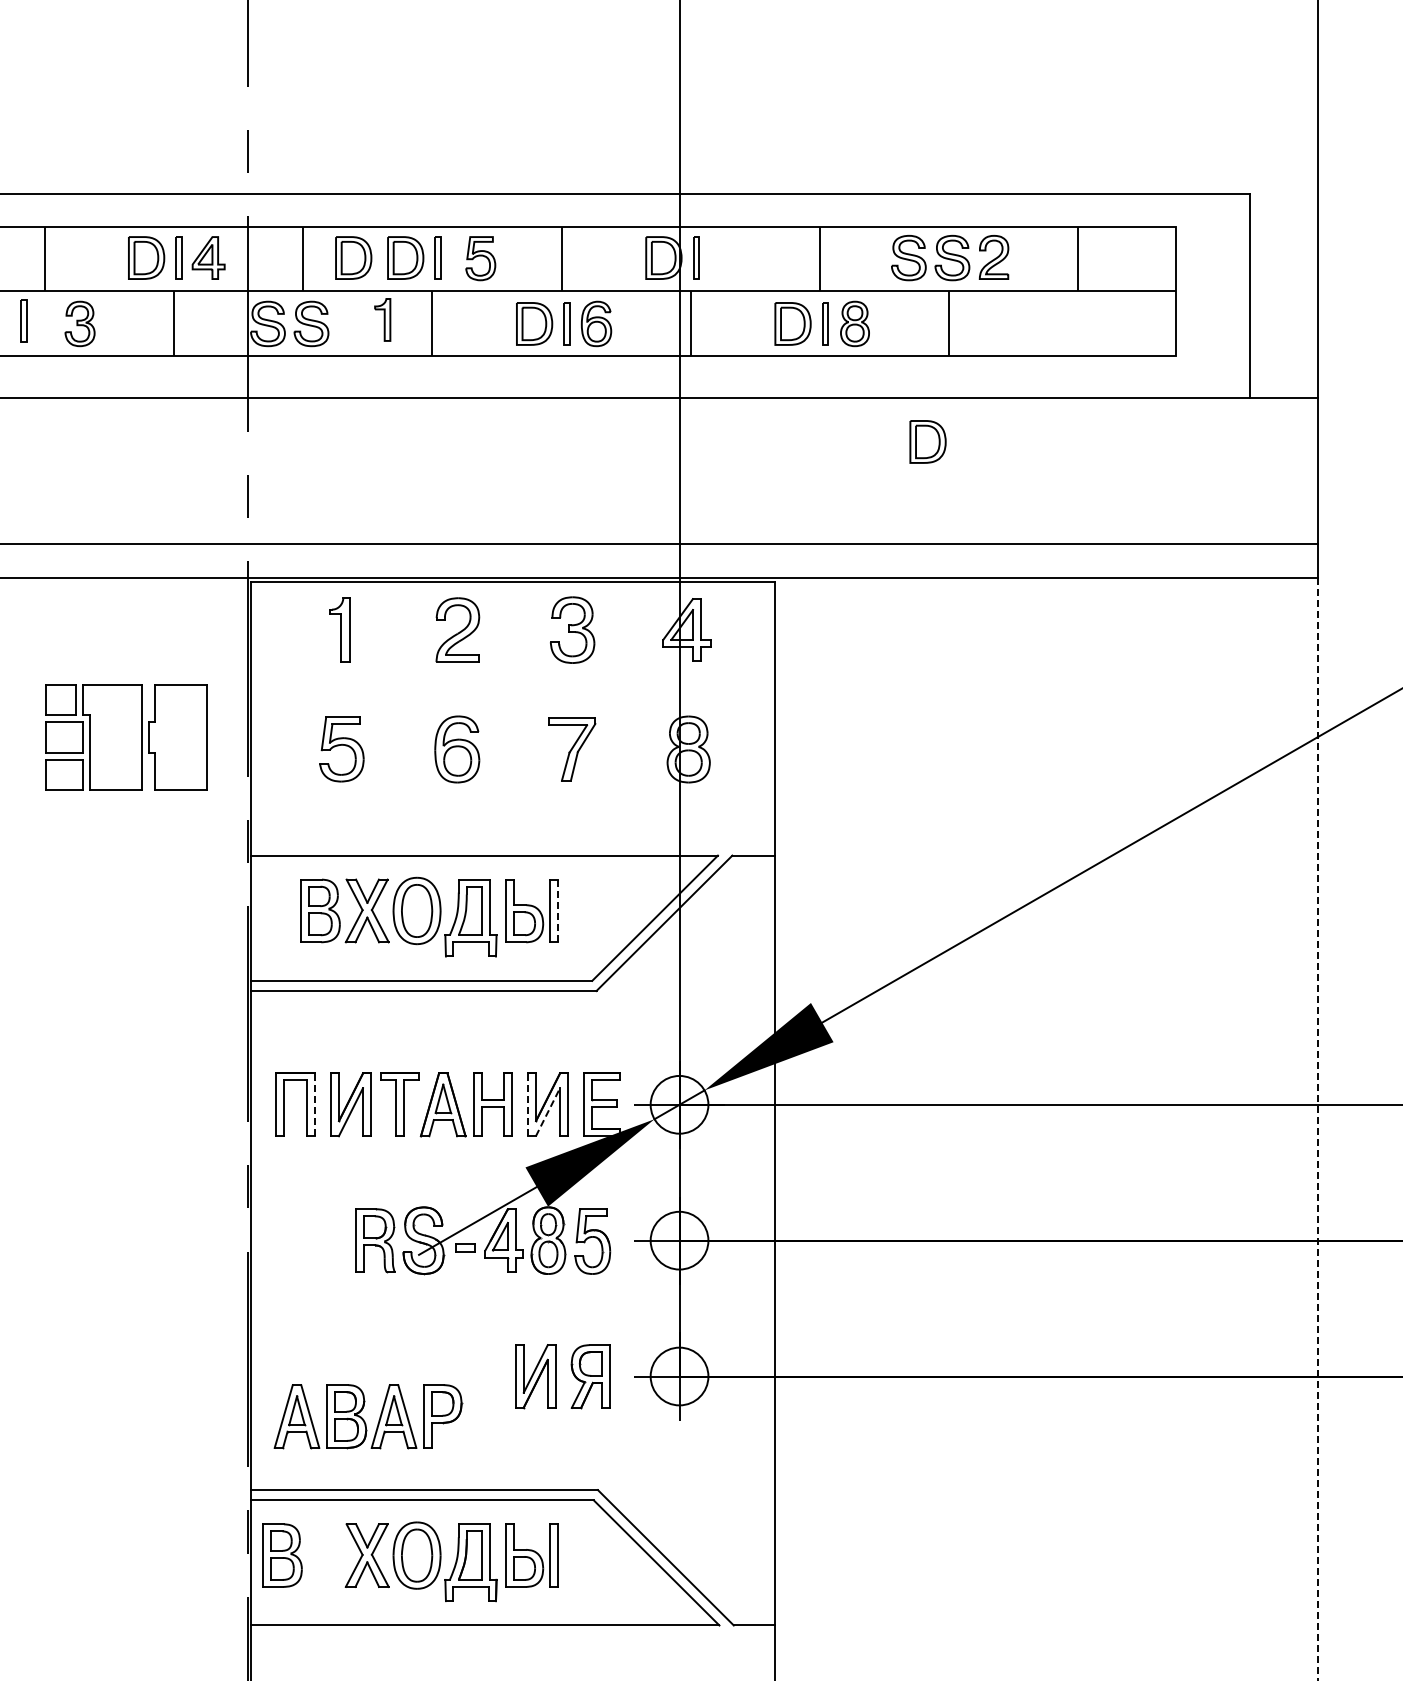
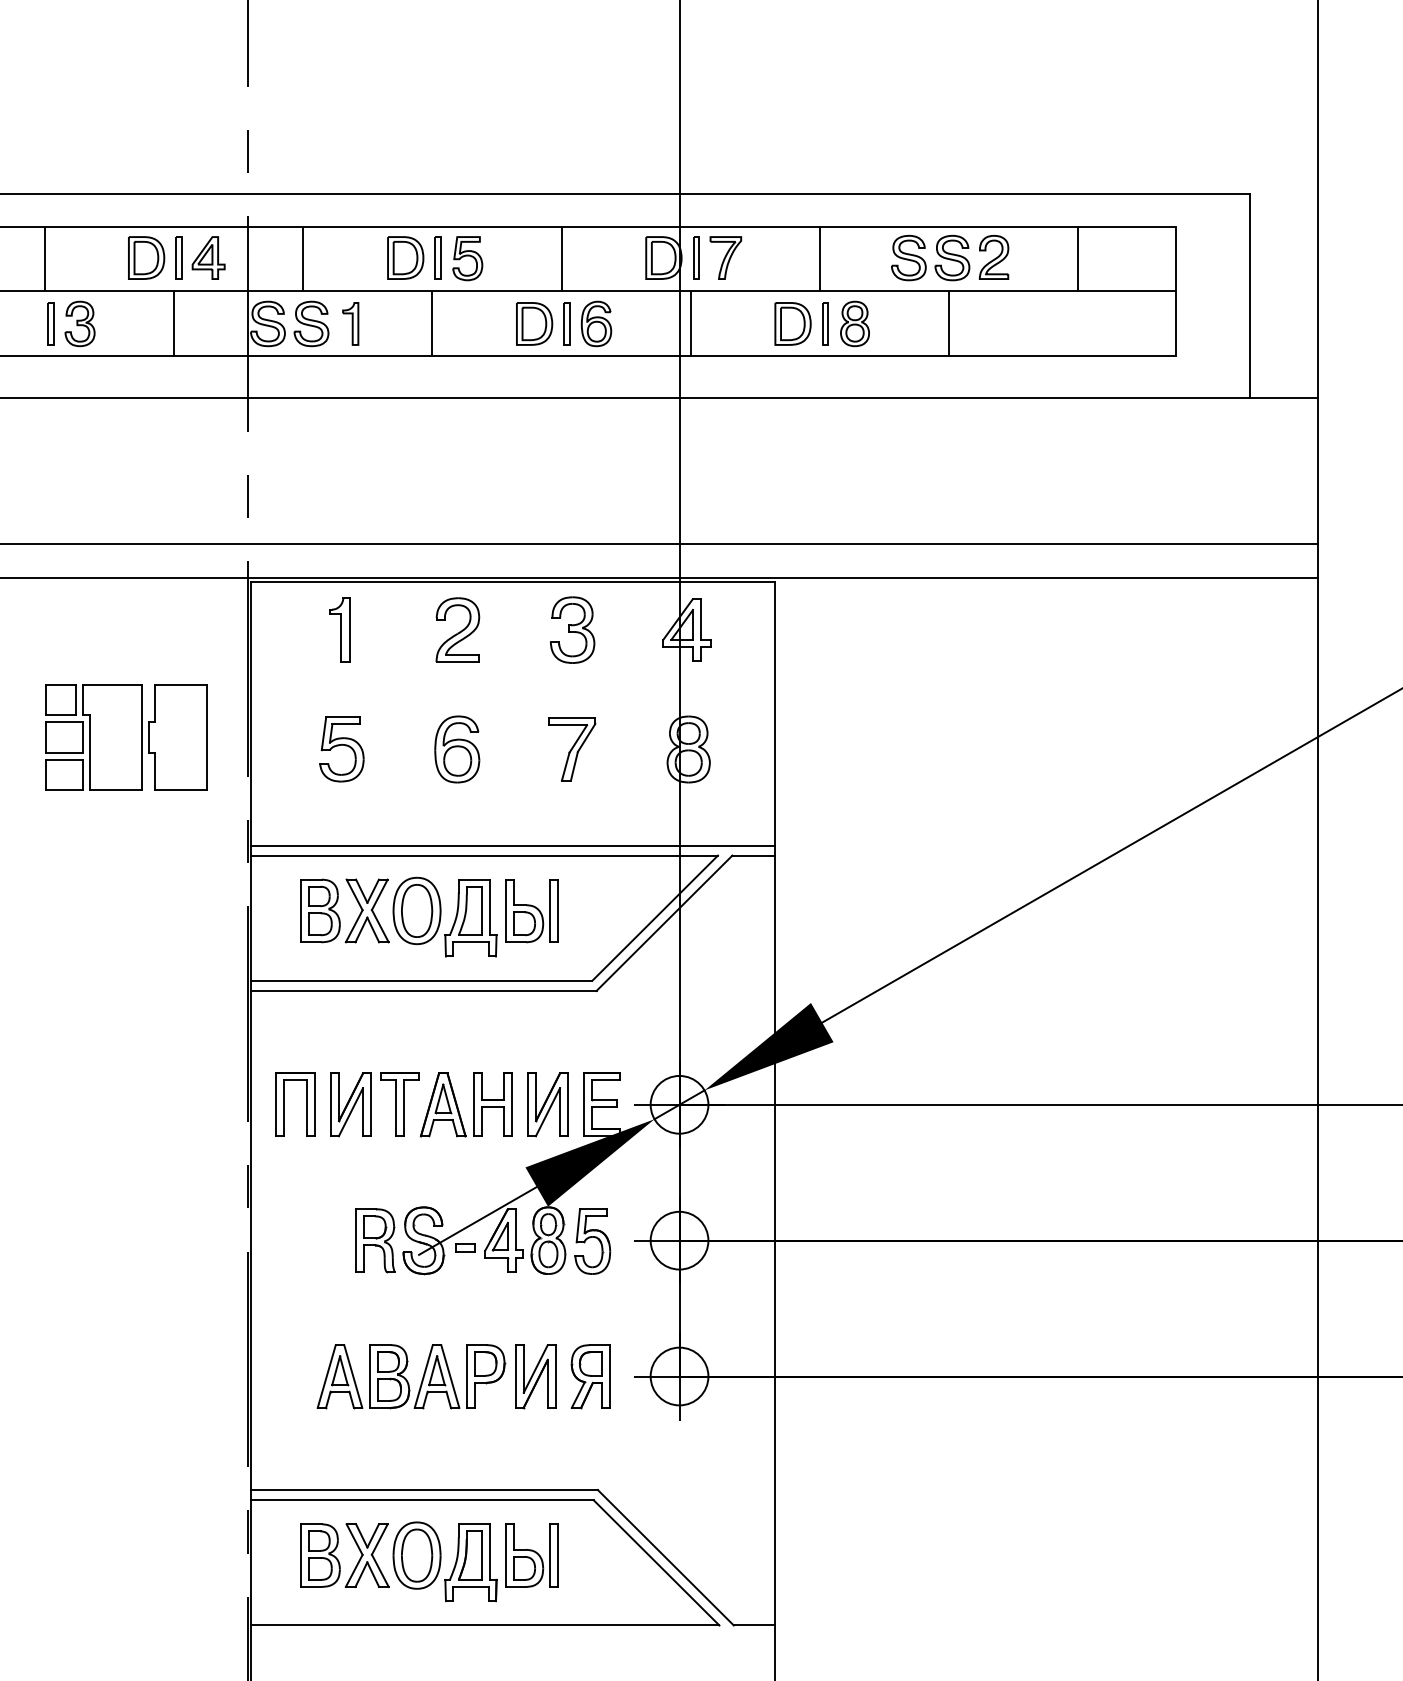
part at (353, 257): present -> none
part at (725, 257): none -> present
part at (480, 258) position: (480, 258) -> (467, 258)
part at (382, 319) position: (382, 319) -> (350, 323)
part at (23, 320) position: (23, 320) -> (50, 323)
part at (927, 441): present -> none
line at (512, 845): none -> present
line at (558, 910): dashed -> solid
line at (315, 1104): dashed -> solid
line at (528, 1104): dashed -> solid
line at (547, 1112): dashed -> solid
line at (1318, 1129): dashed -> solid
part at (368, 1416) position: (368, 1416) -> (411, 1376)
part at (282, 1555) position: (282, 1555) -> (320, 1555)
